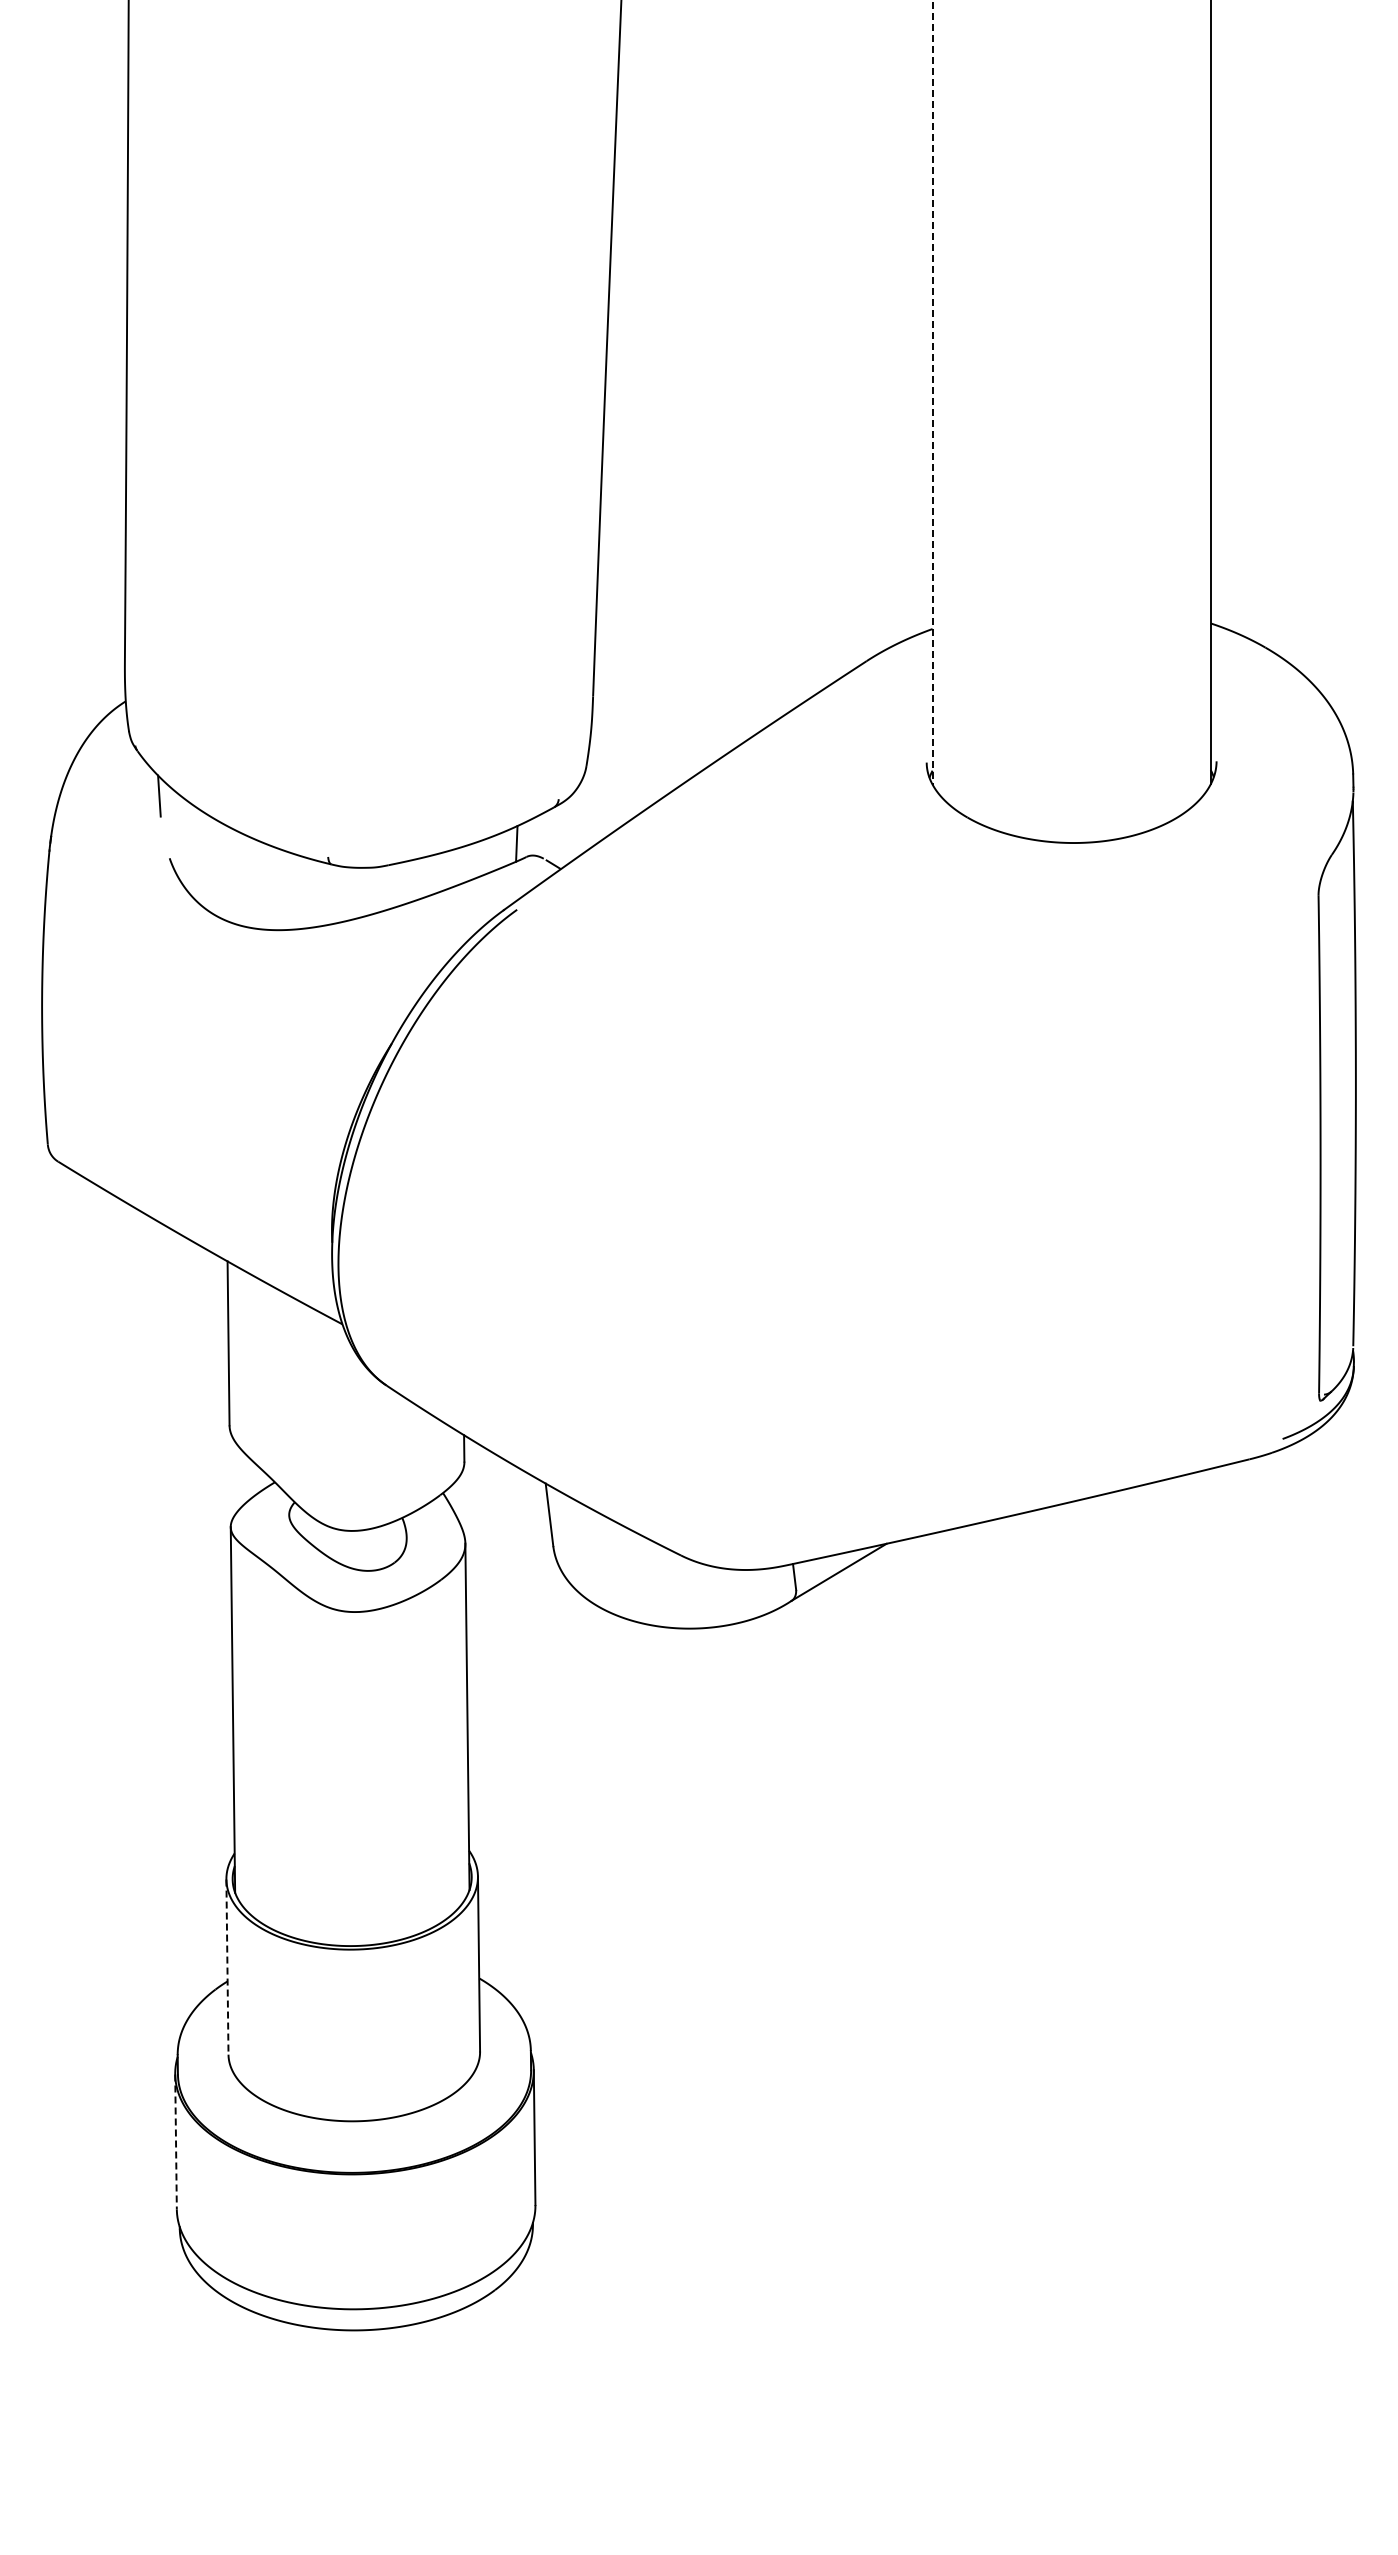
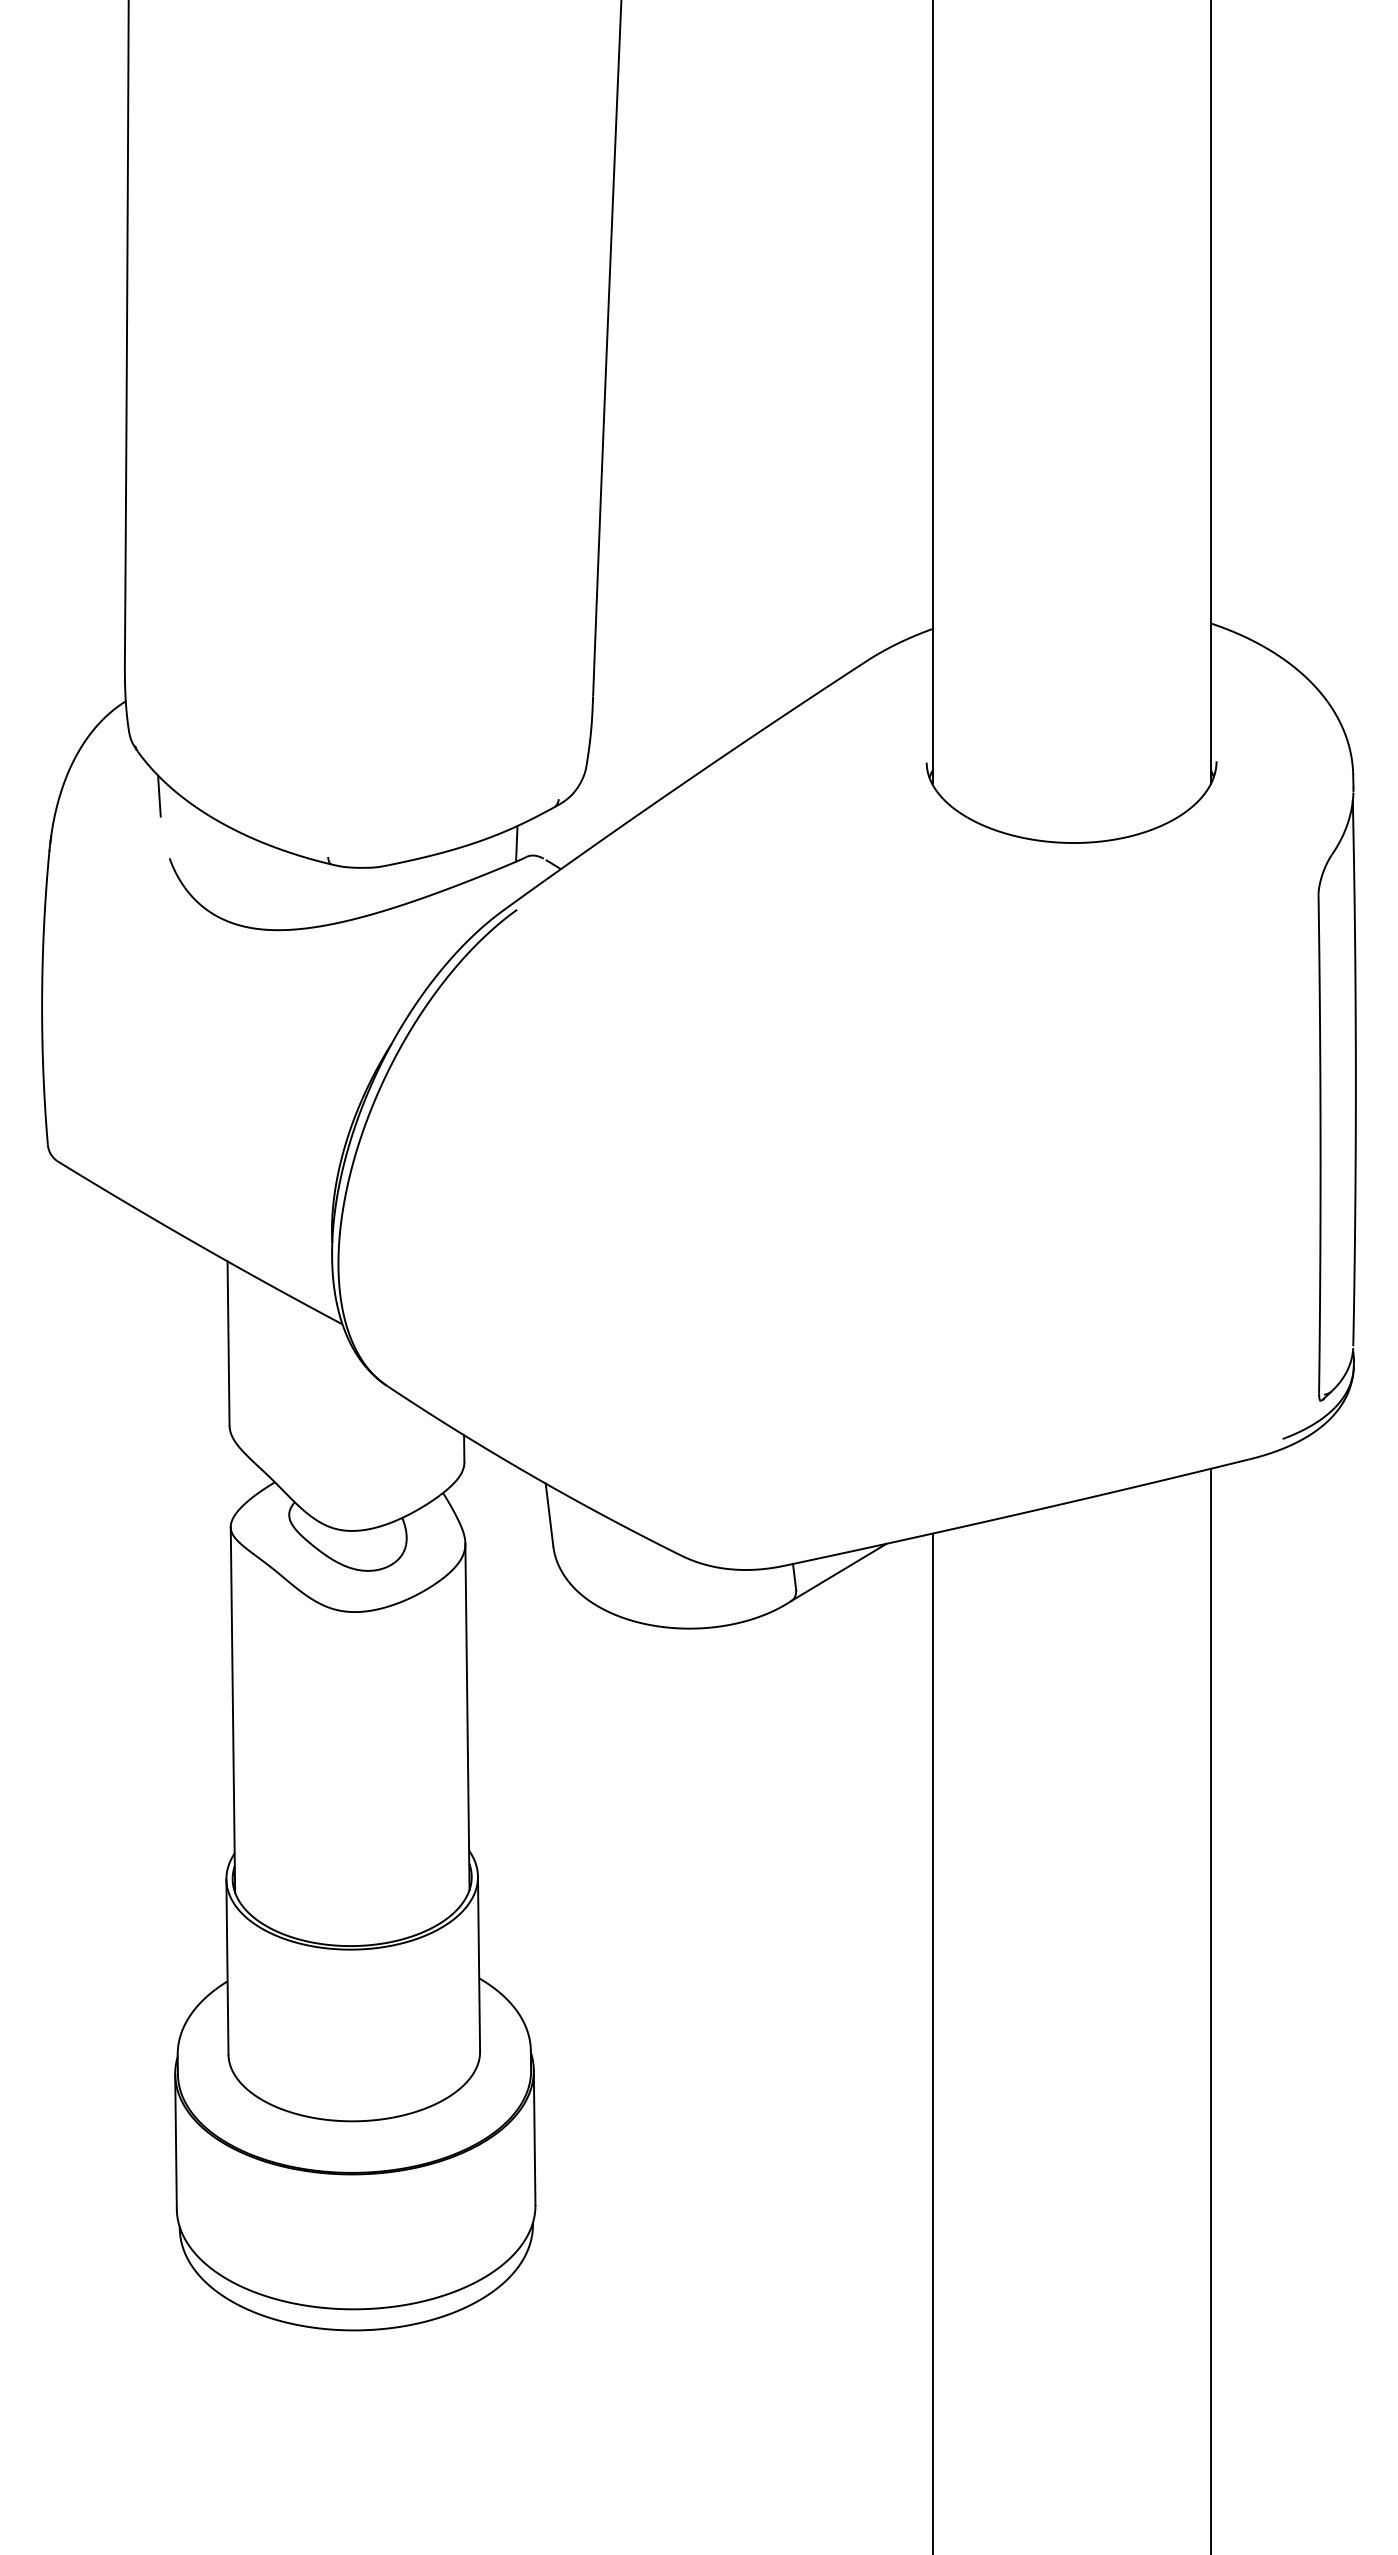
line at (932, 392): dashed -> solid
line at (227, 1967): dashed -> solid
line at (1210, 2009): none -> present
line at (932, 2042): none -> present
line at (176, 2142): dashed -> solid
